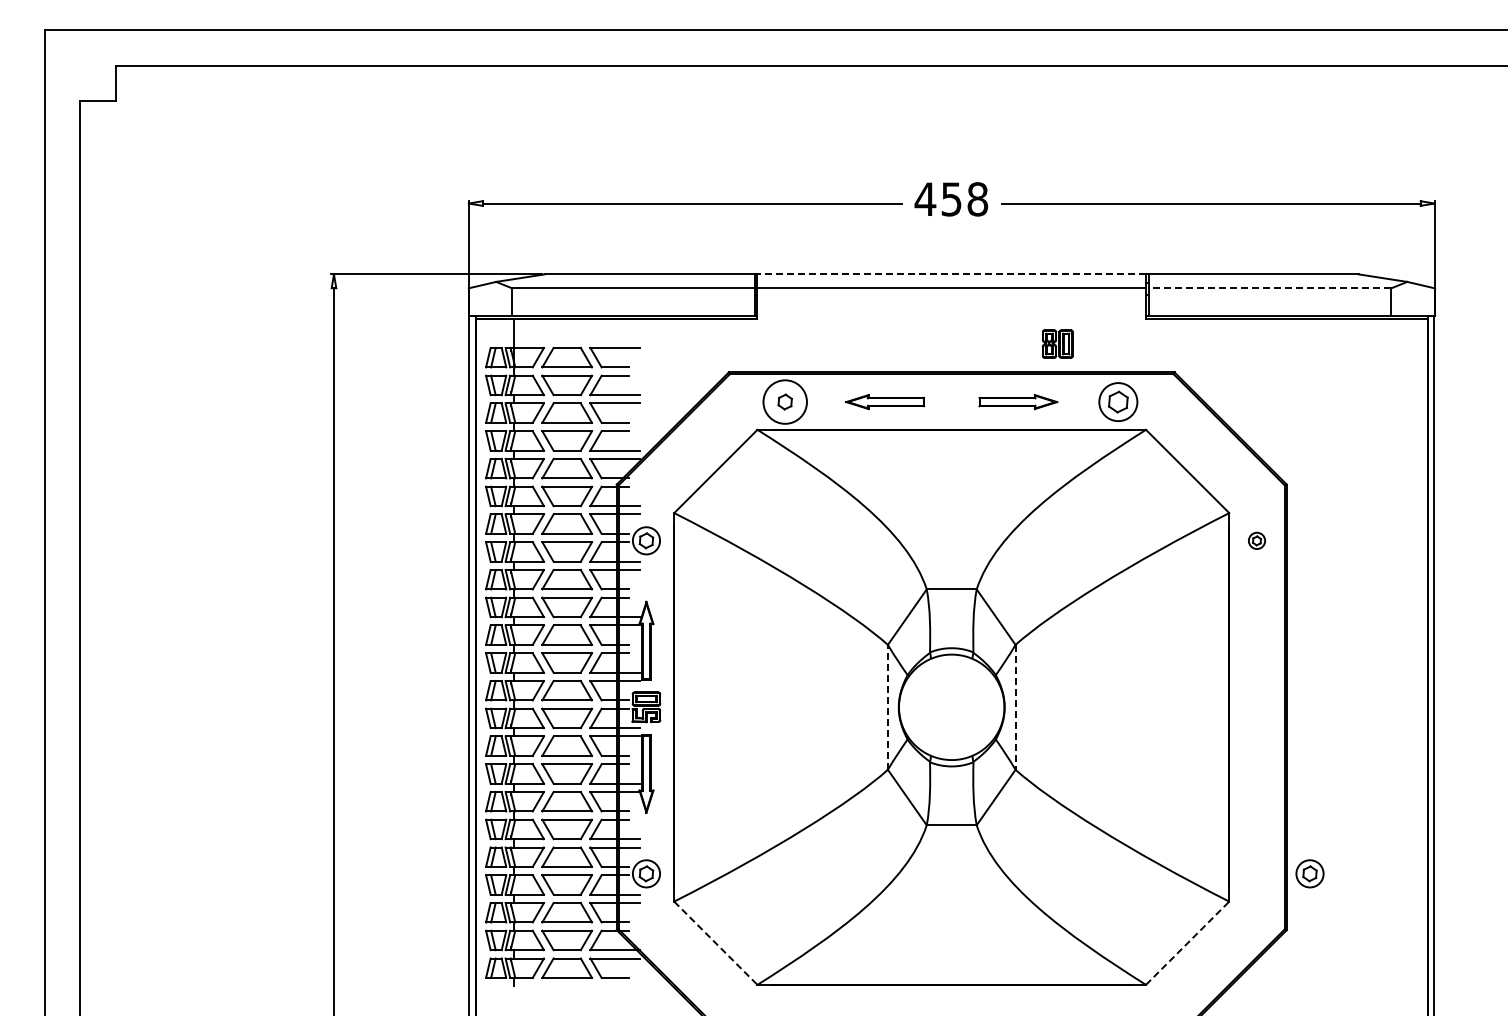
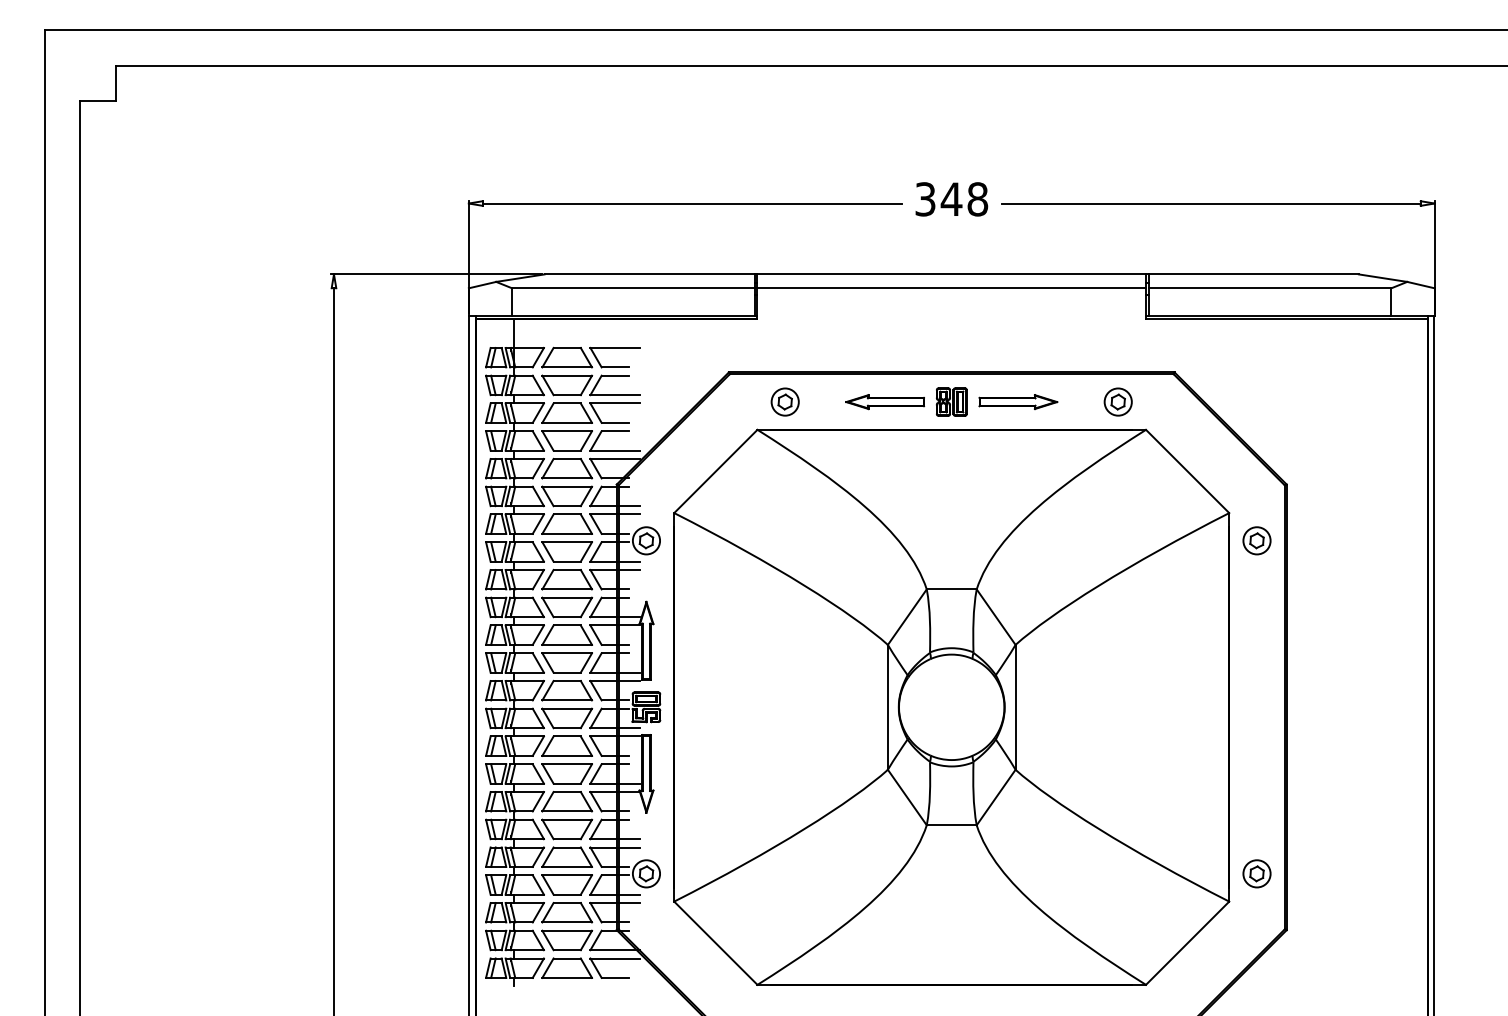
text at (938, 199): 458 -> 348
line at (951, 274): dashed -> solid
line at (1269, 288): dashed -> solid
part at (1057, 343) position: (1057, 343) -> (951, 401)
circle at (784, 401) diameter: 44 px -> 27 px
part at (1118, 401) size: 41x40 px -> 30x30 px
part at (1256, 540) size: 18x19 px -> 30x30 px
line at (887, 706): dashed -> solid
line at (1015, 707): dashed -> solid
part at (1309, 873) position: (1309, 873) -> (1256, 873)
line at (715, 943): dashed -> solid
line at (1187, 943): dashed -> solid
